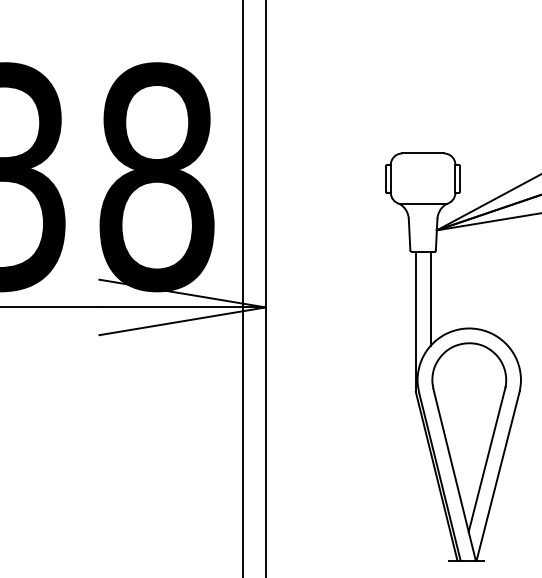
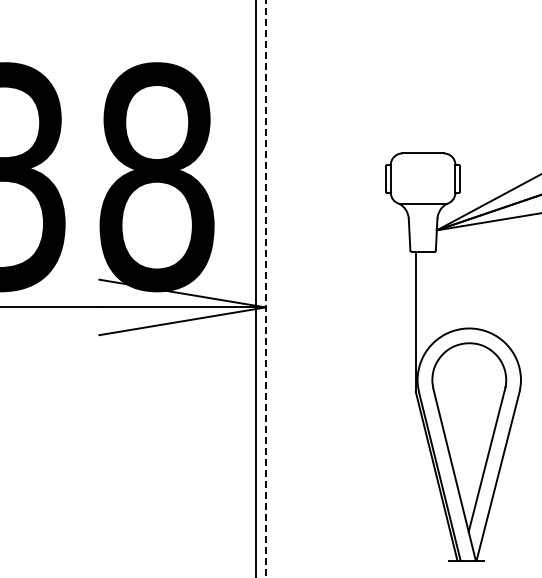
line at (243, 288) position: (243, 288) -> (256, 288)
line at (265, 289): solid -> dashed
line at (430, 298): present -> none
